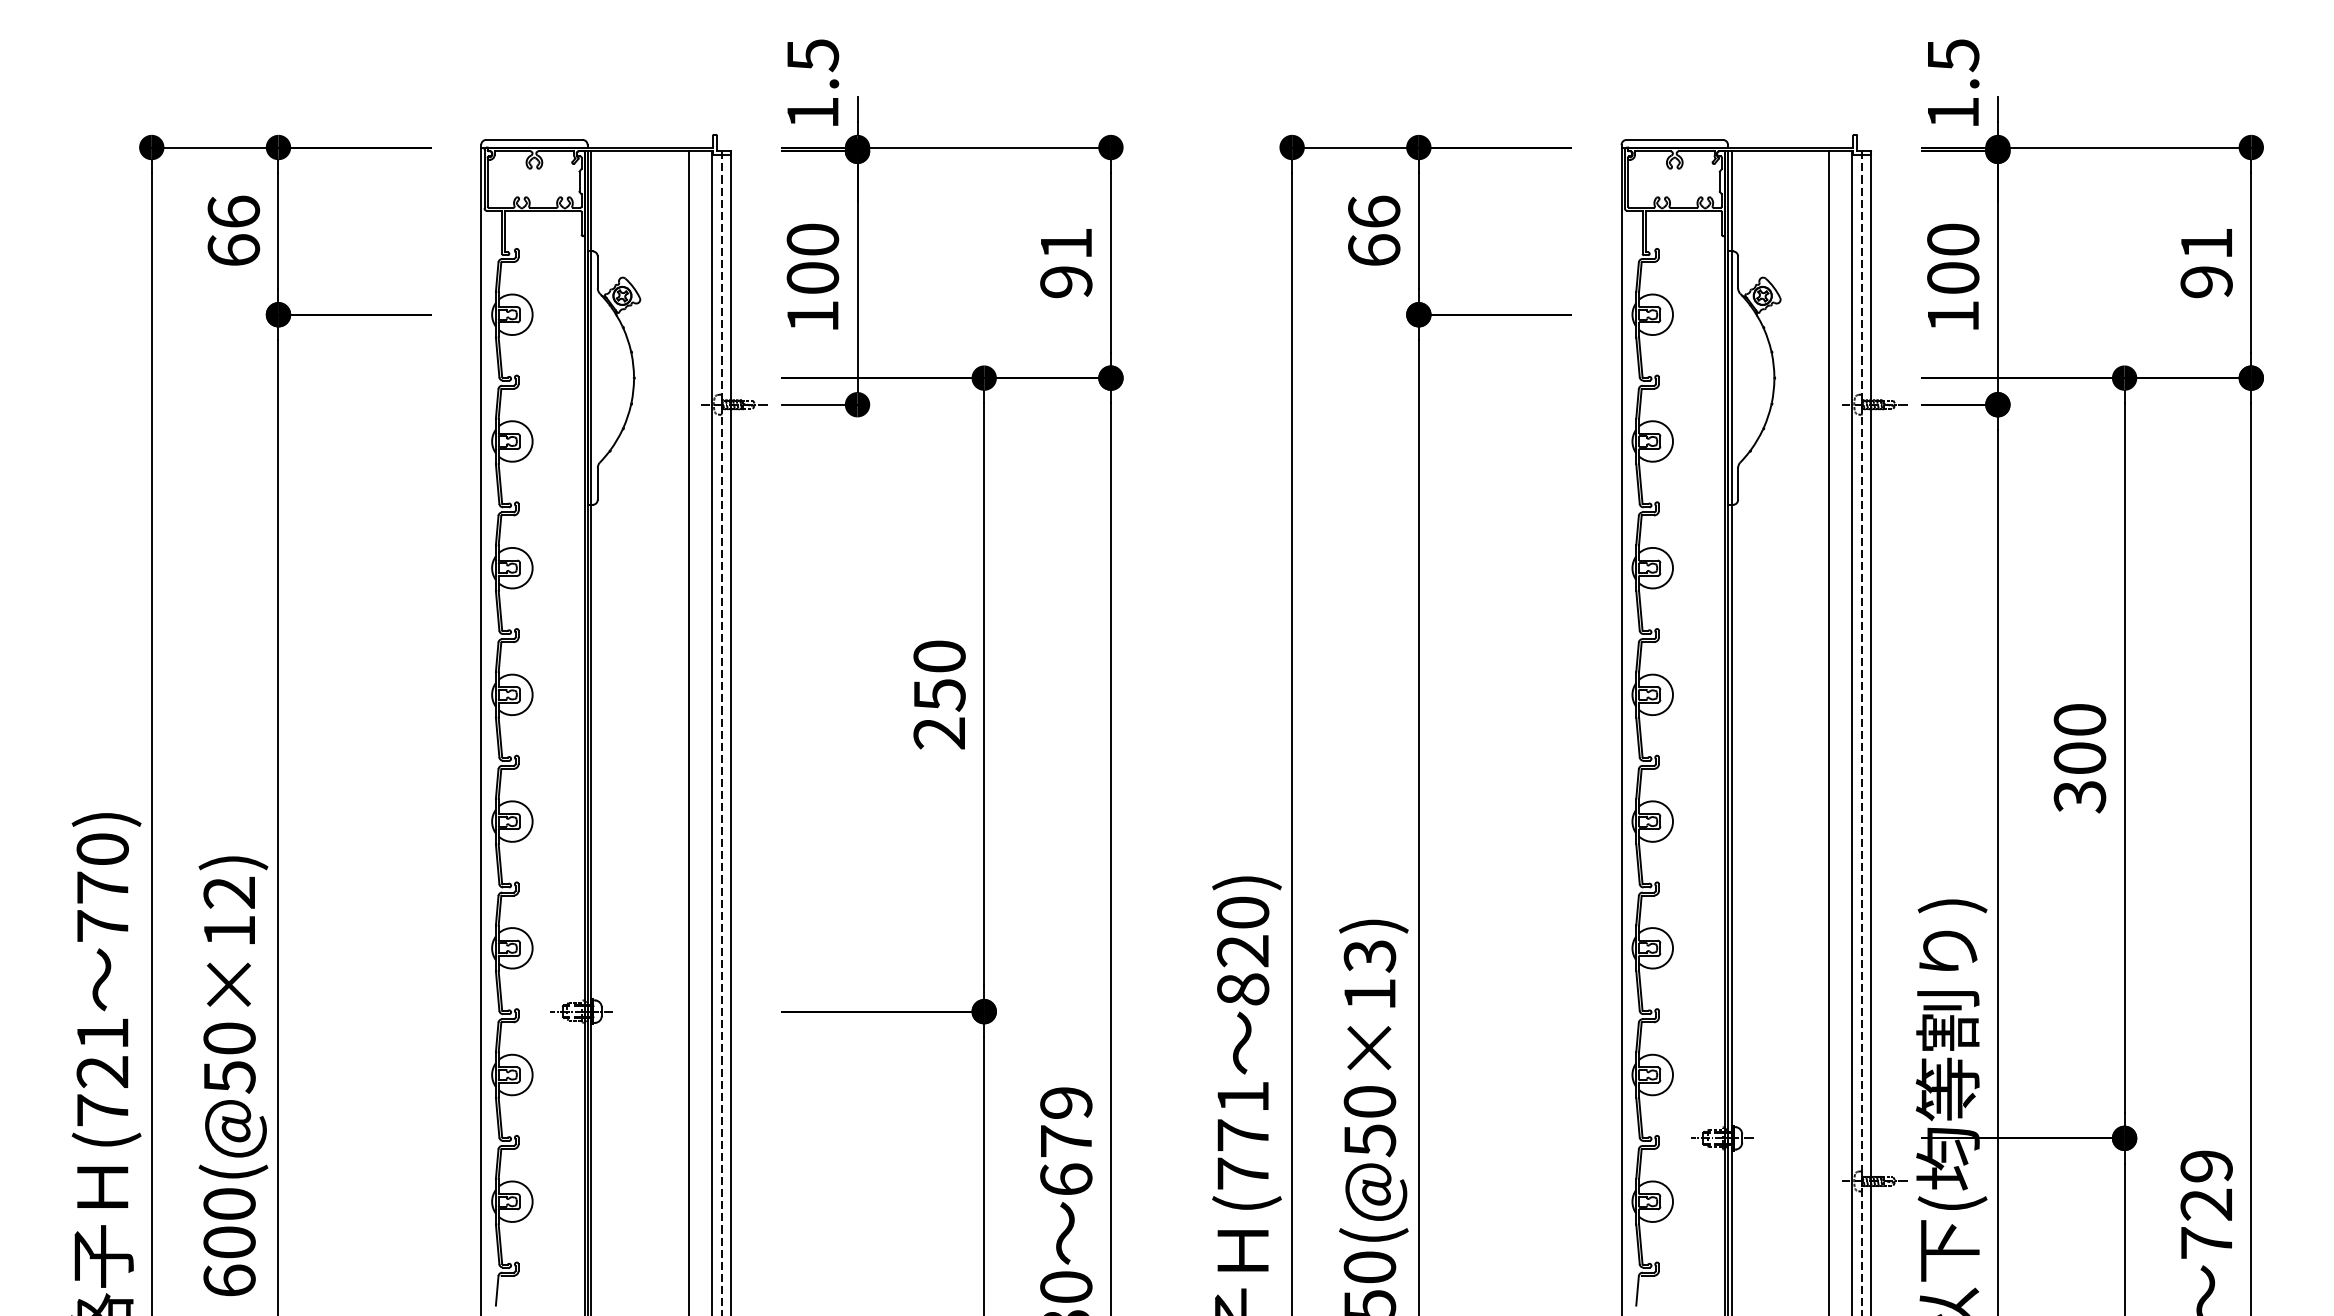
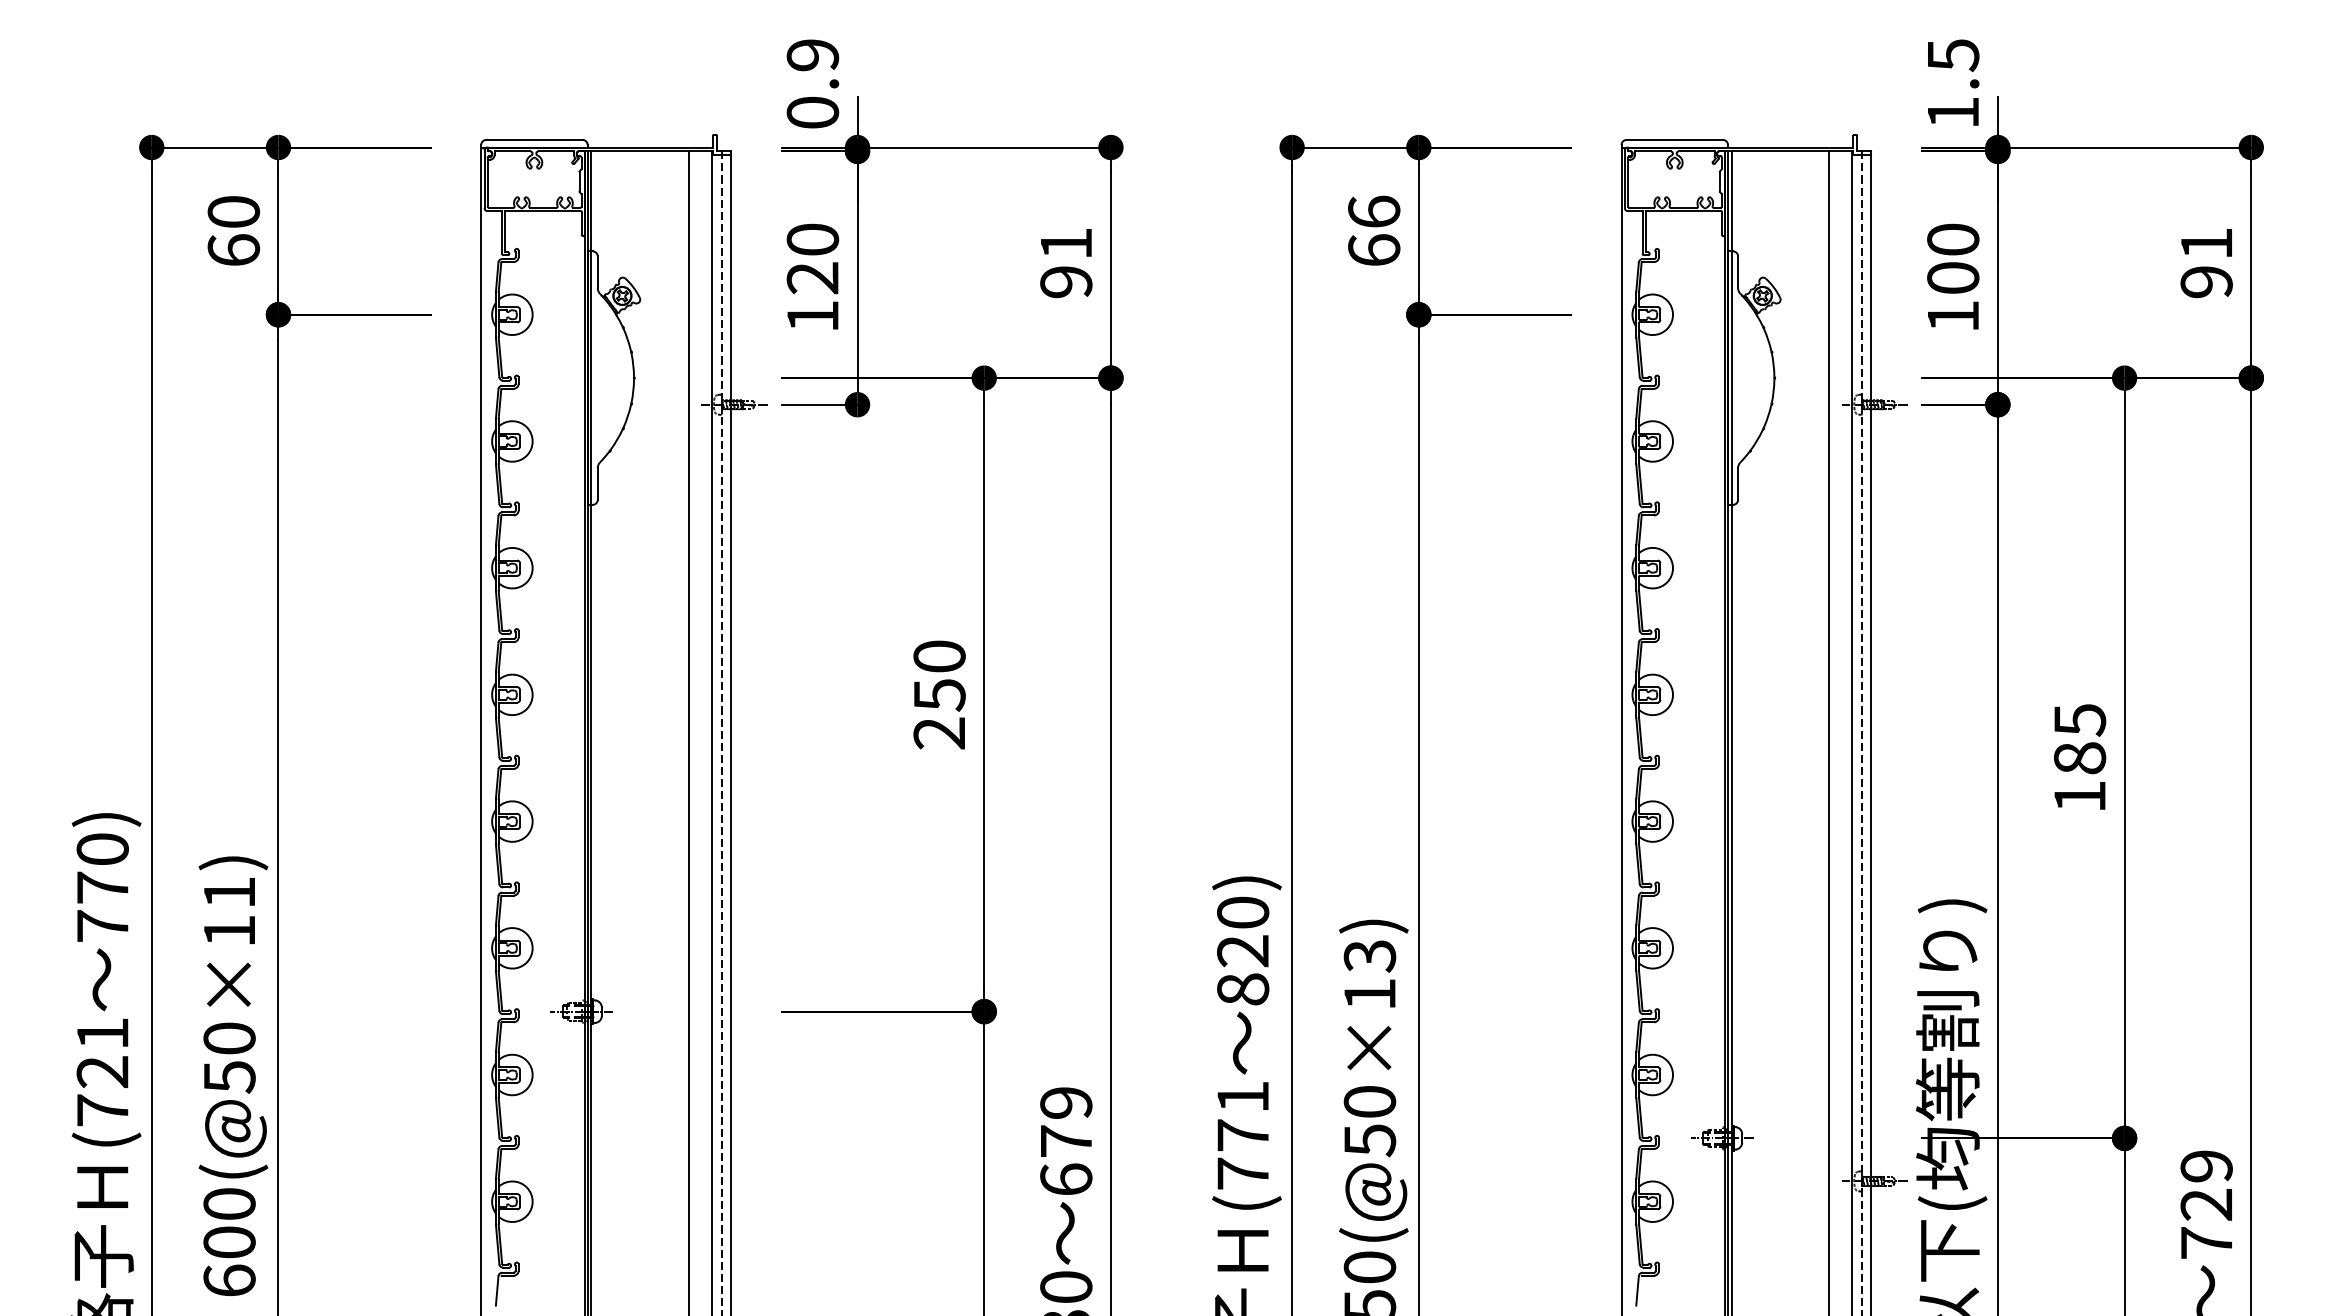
text at (812, 83): 1.5 -> 0.9
text at (233, 211): 66 -> 60
text at (812, 278): 100 -> 120
text at (2079, 758): 300 -> 185
text at (228, 892): 600(@50×12) -> 600(@50×11)
